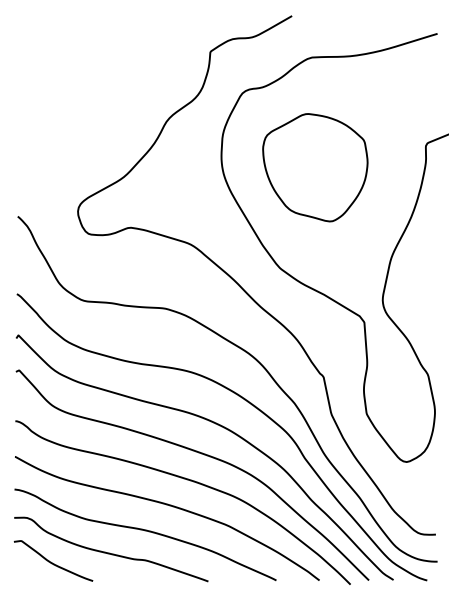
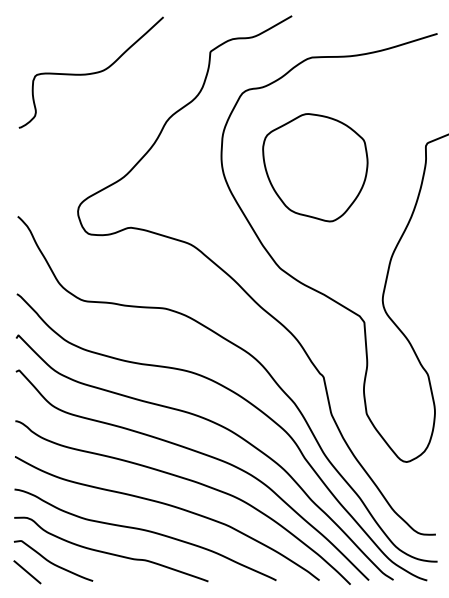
curve at (91, 72): none -> present
line at (27, 572): none -> present
